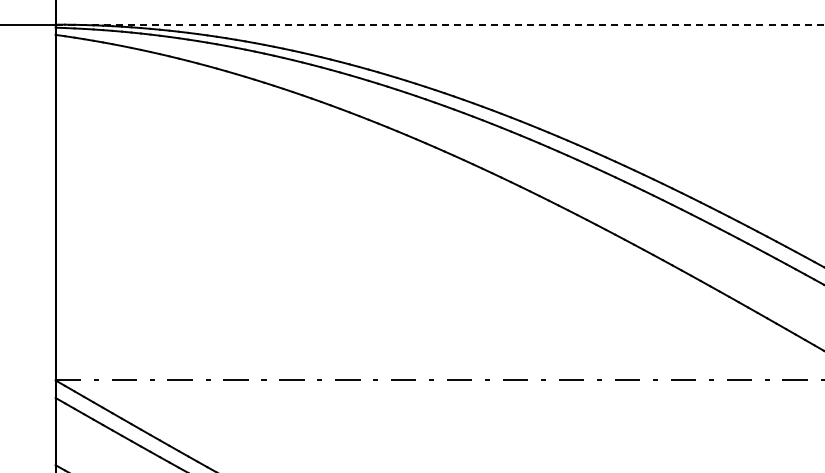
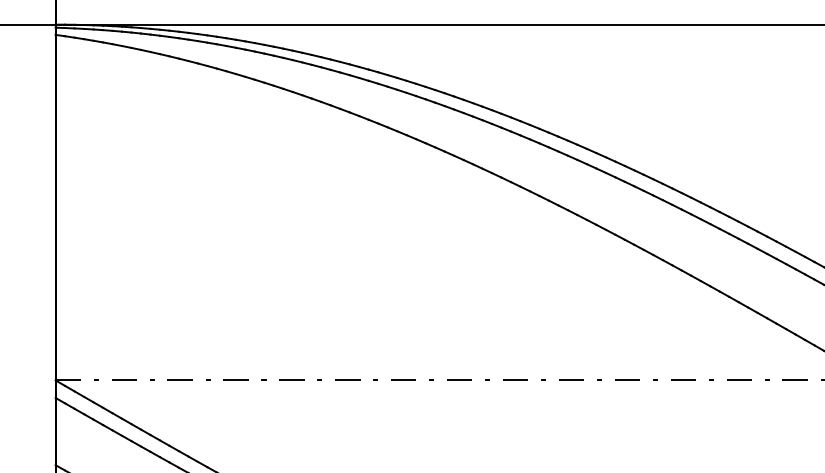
line at (440, 24): dashed -> solid
